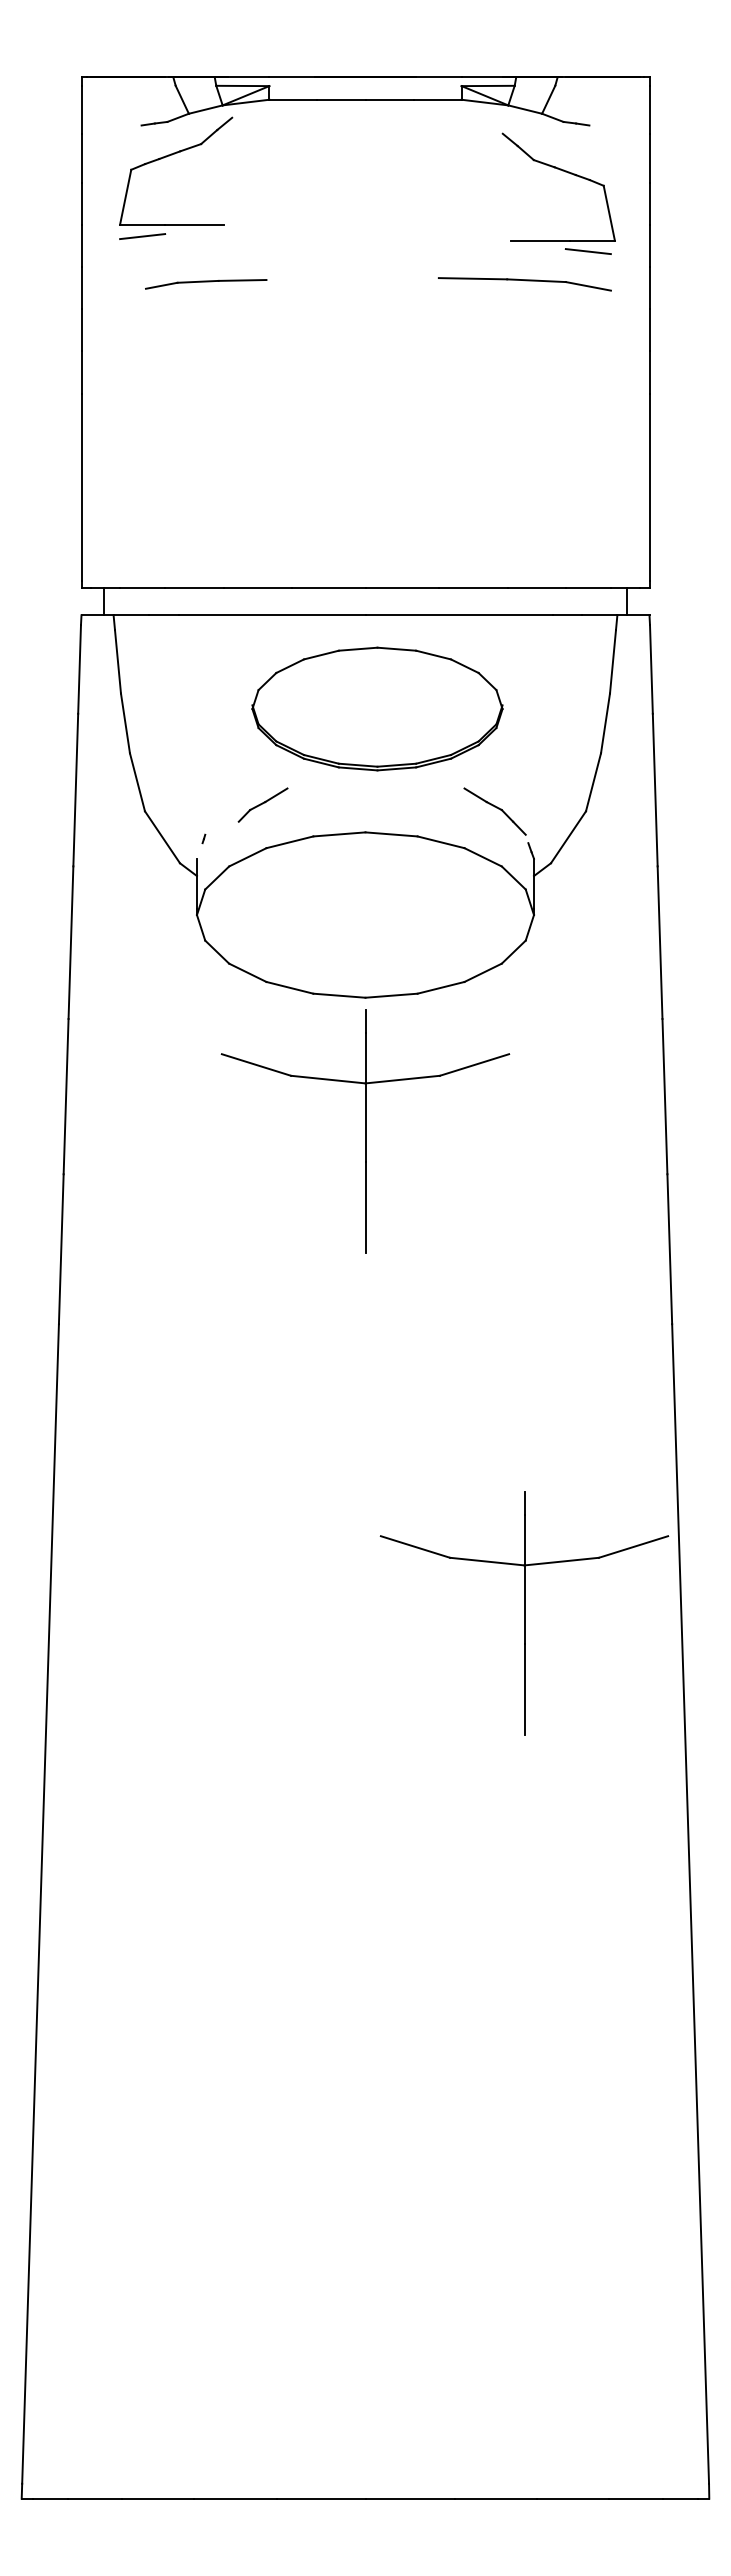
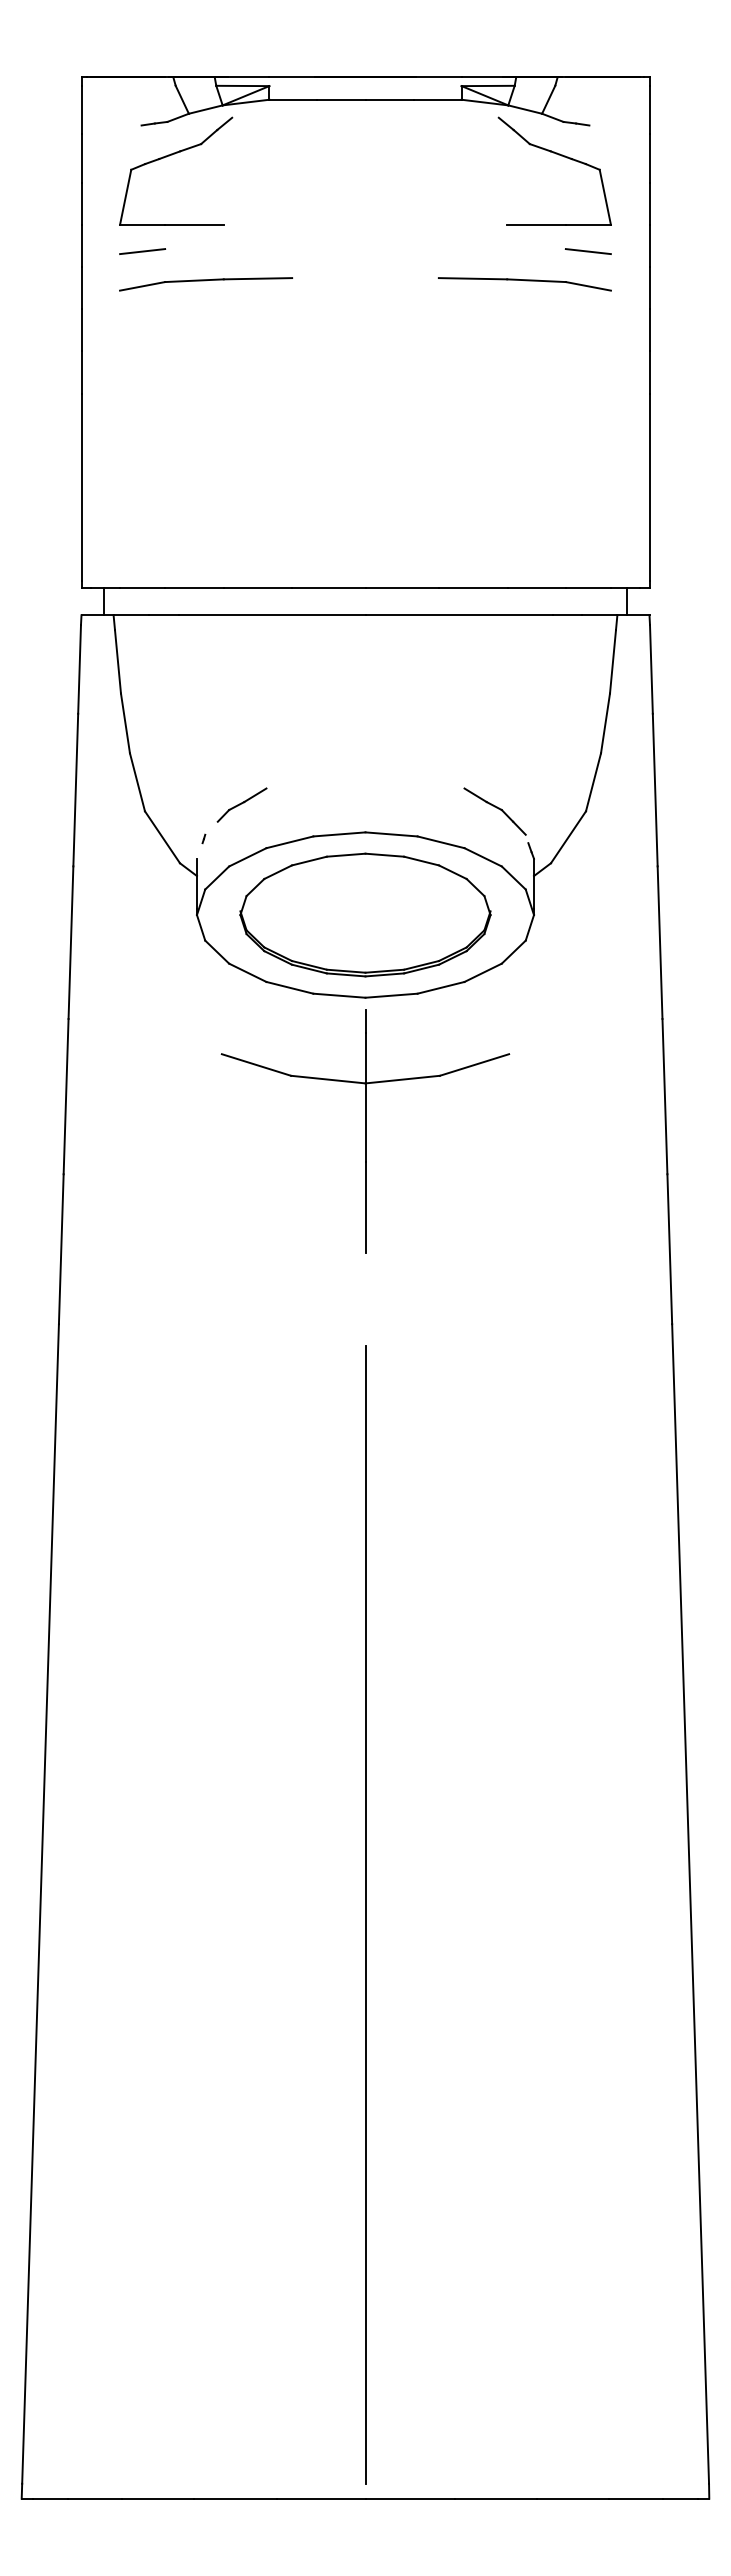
part at (562, 171) position: (562, 171) -> (558, 155)
line at (142, 236) position: (142, 236) -> (142, 251)
part at (206, 284) size: 123x11 px -> 175x15 px
part at (377, 708) position: (377, 708) -> (365, 914)
part at (262, 804) position: (262, 804) -> (241, 804)
part at (524, 1613): present -> none
line at (365, 1914): none -> present
